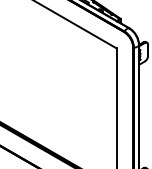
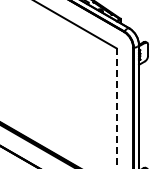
line at (116, 108): solid -> dashed
